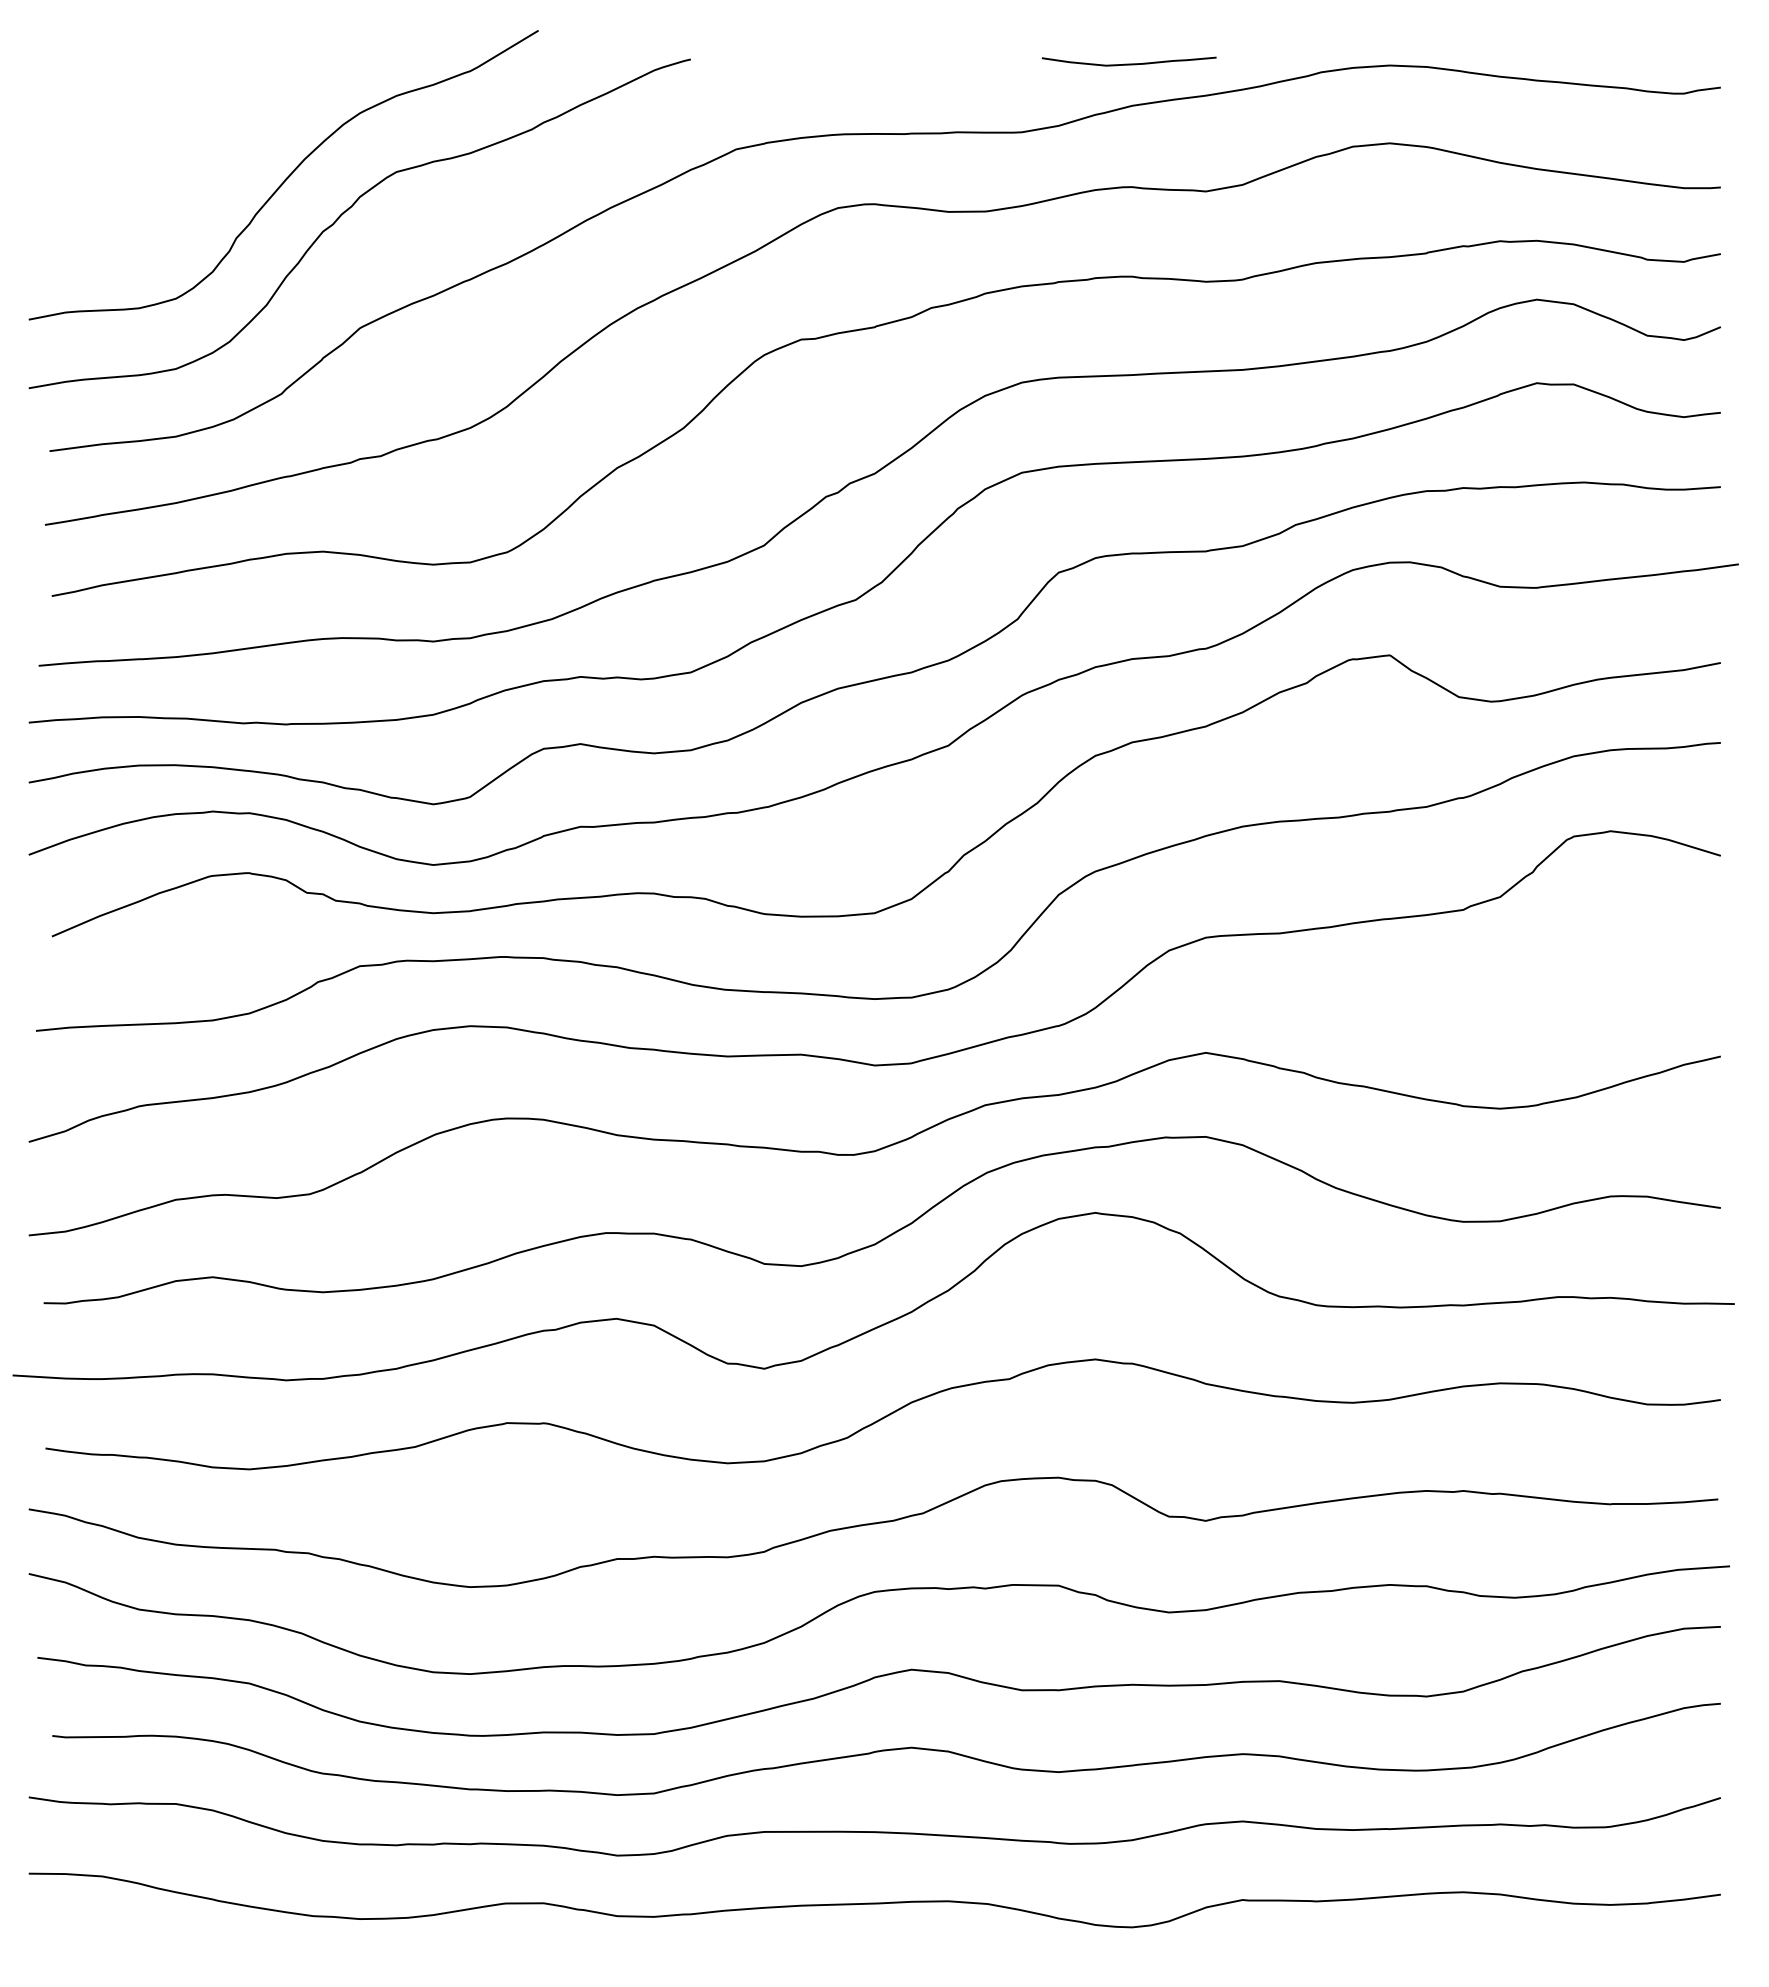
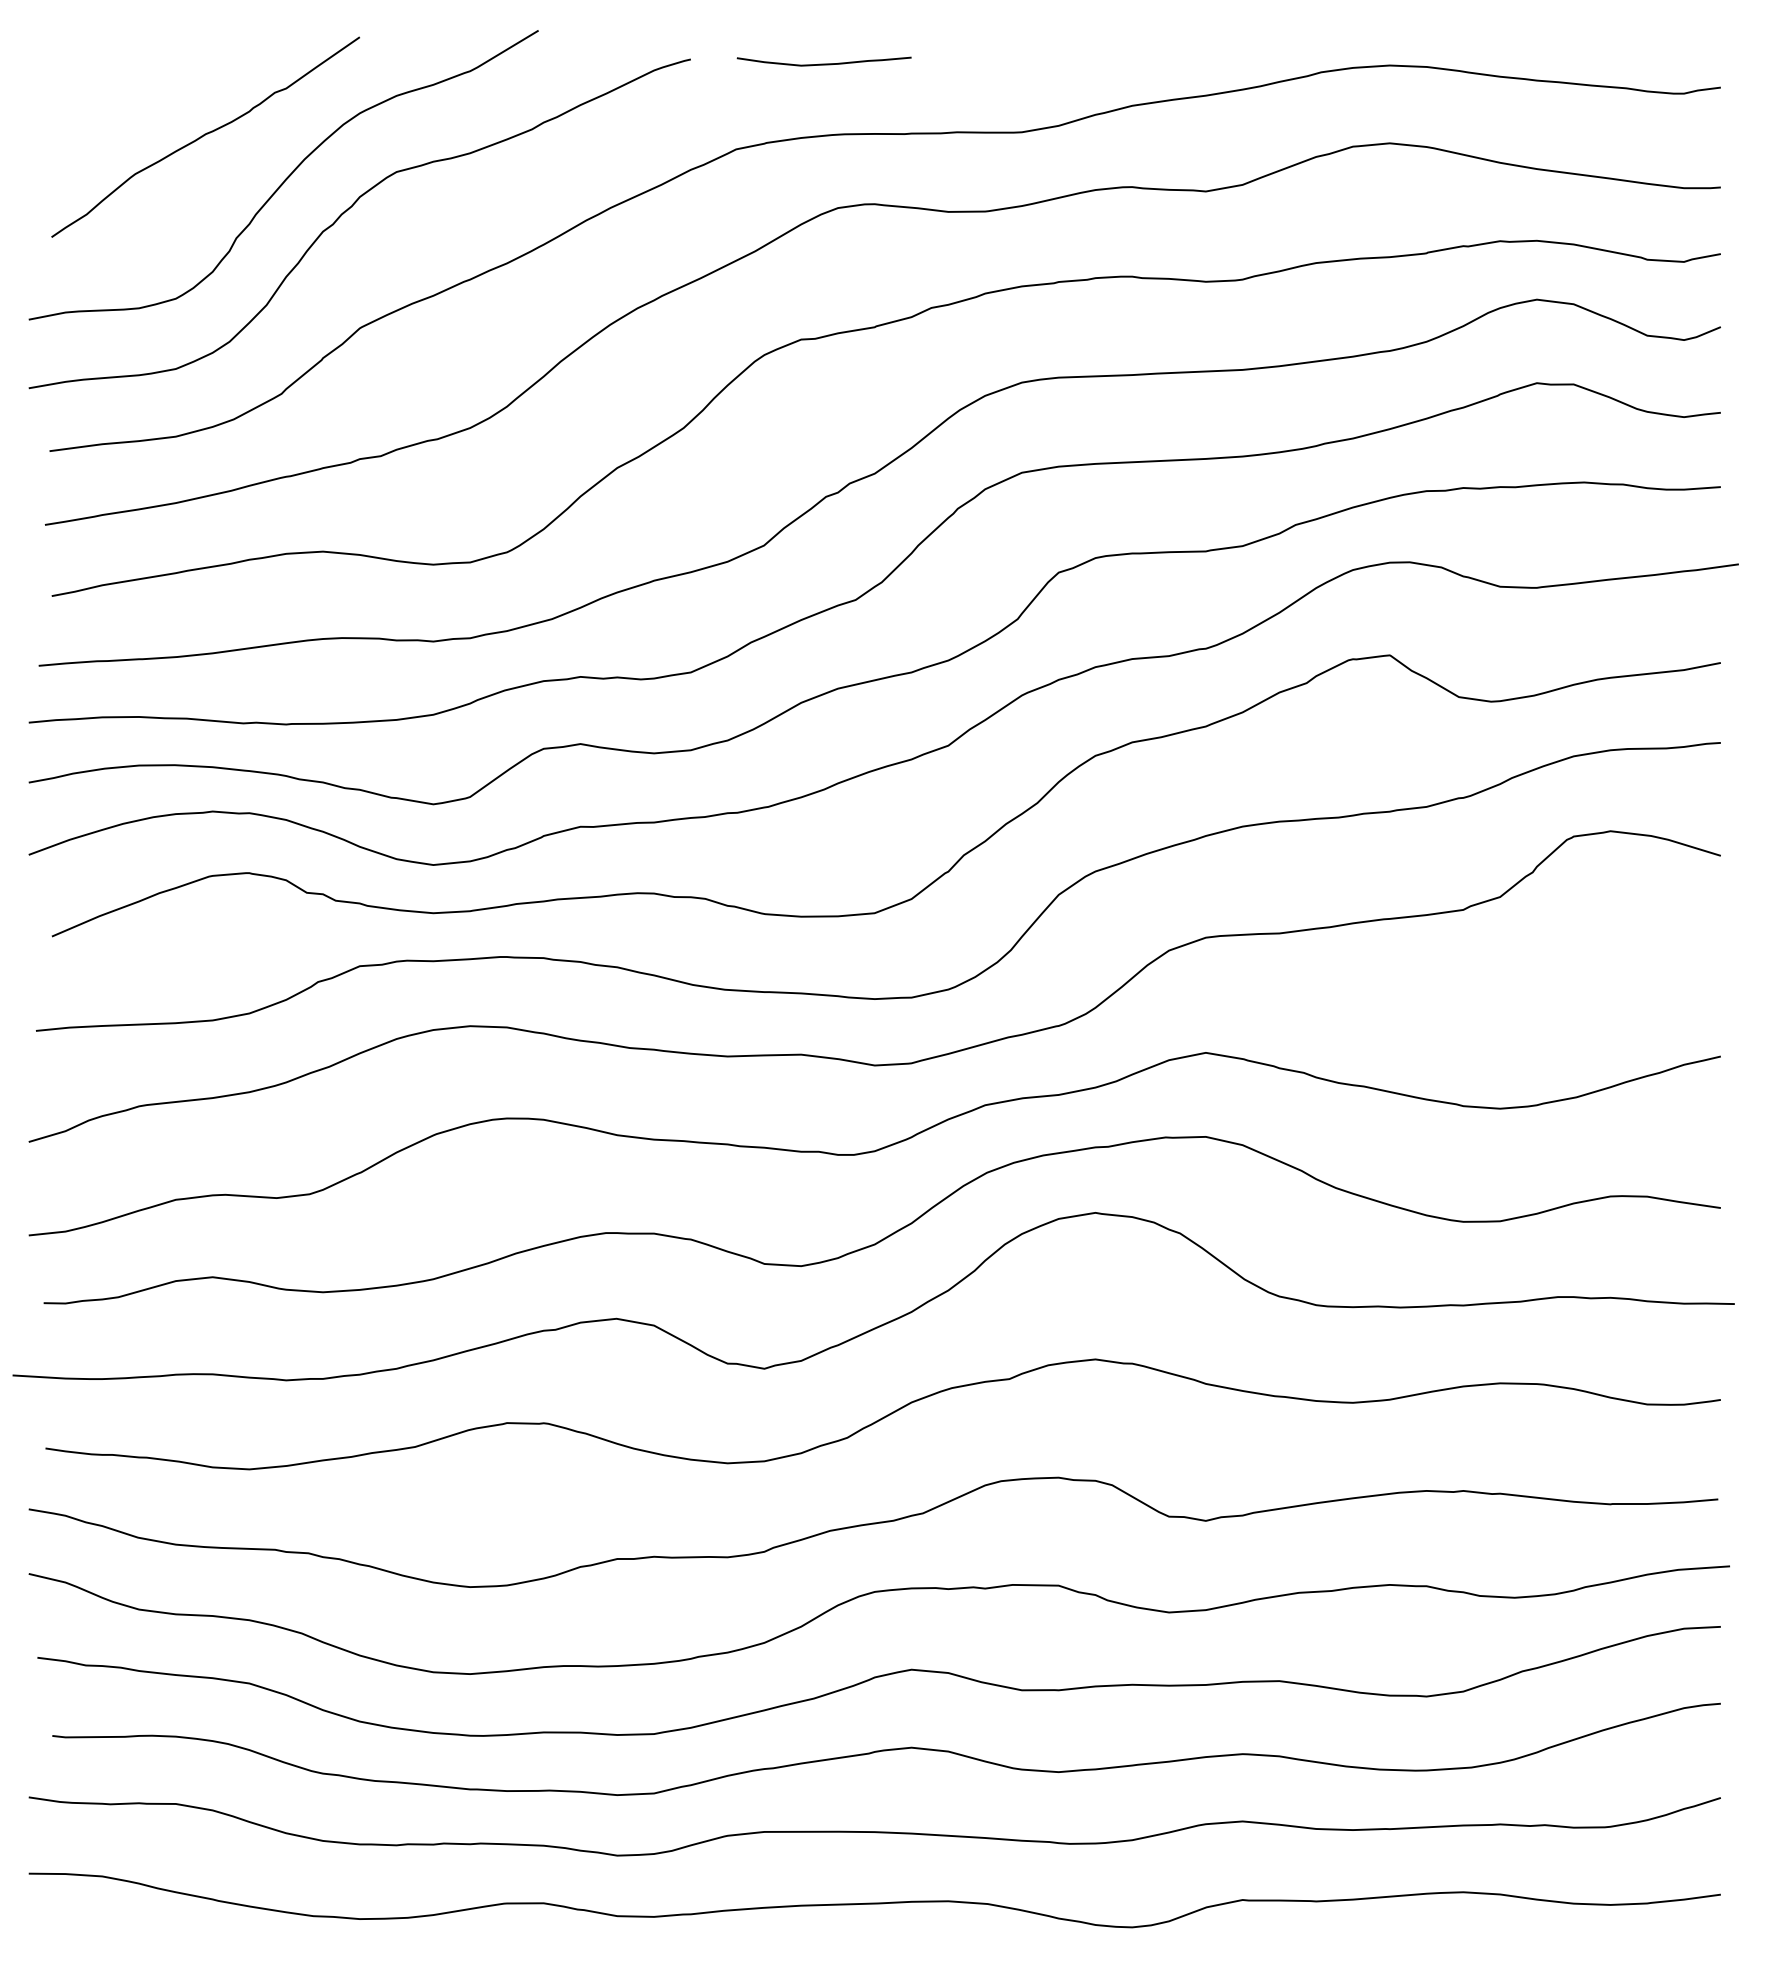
curve at (1128, 63) position: (1128, 63) -> (823, 63)
curve at (205, 135): none -> present
